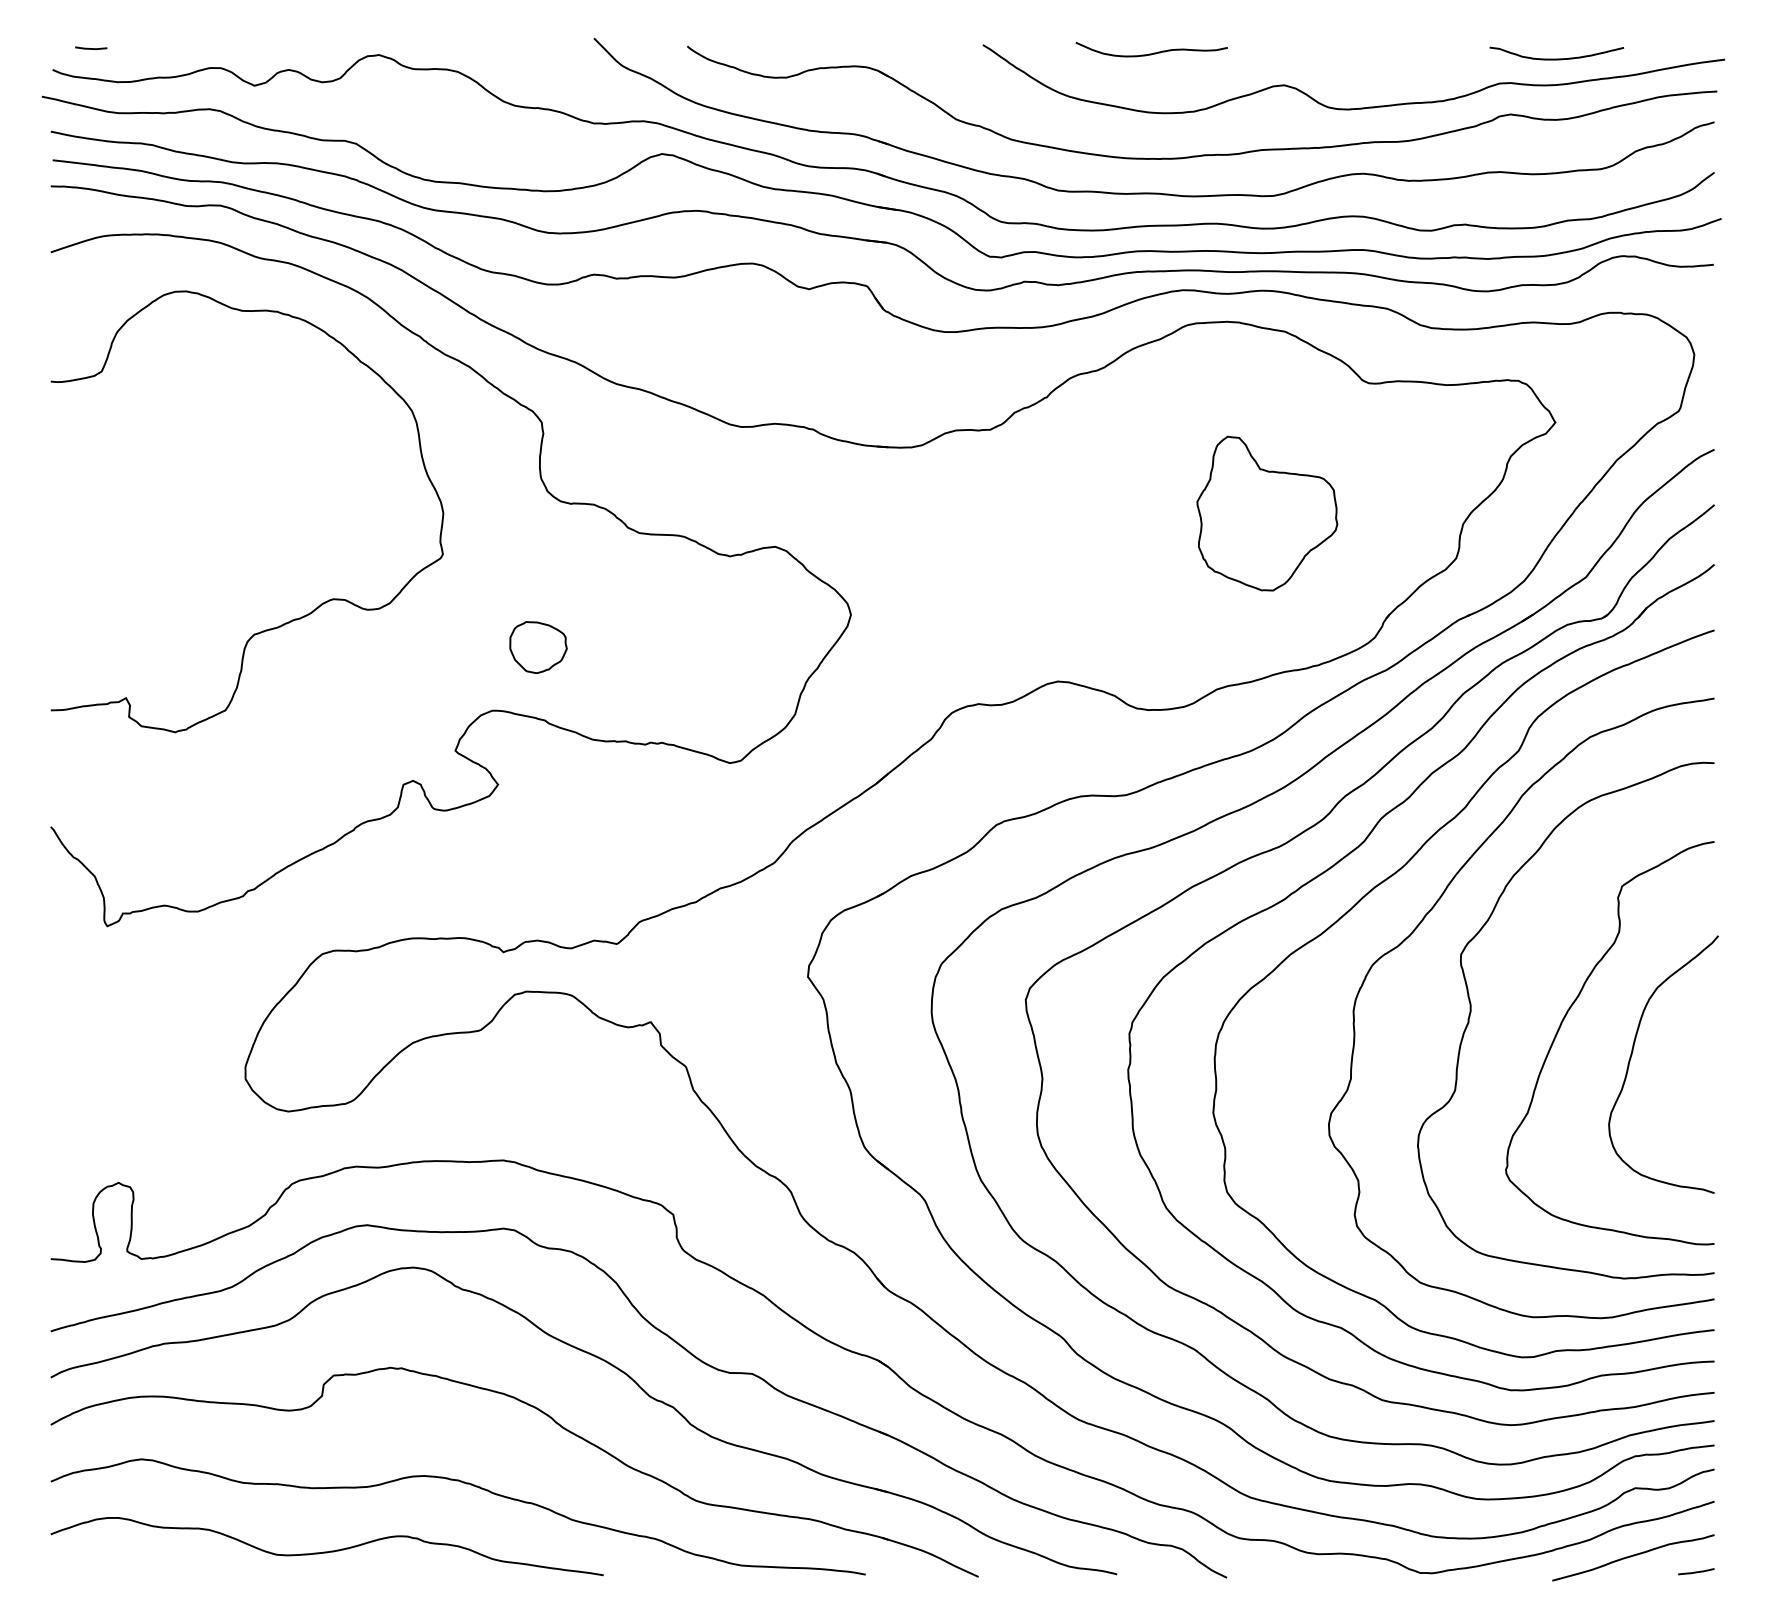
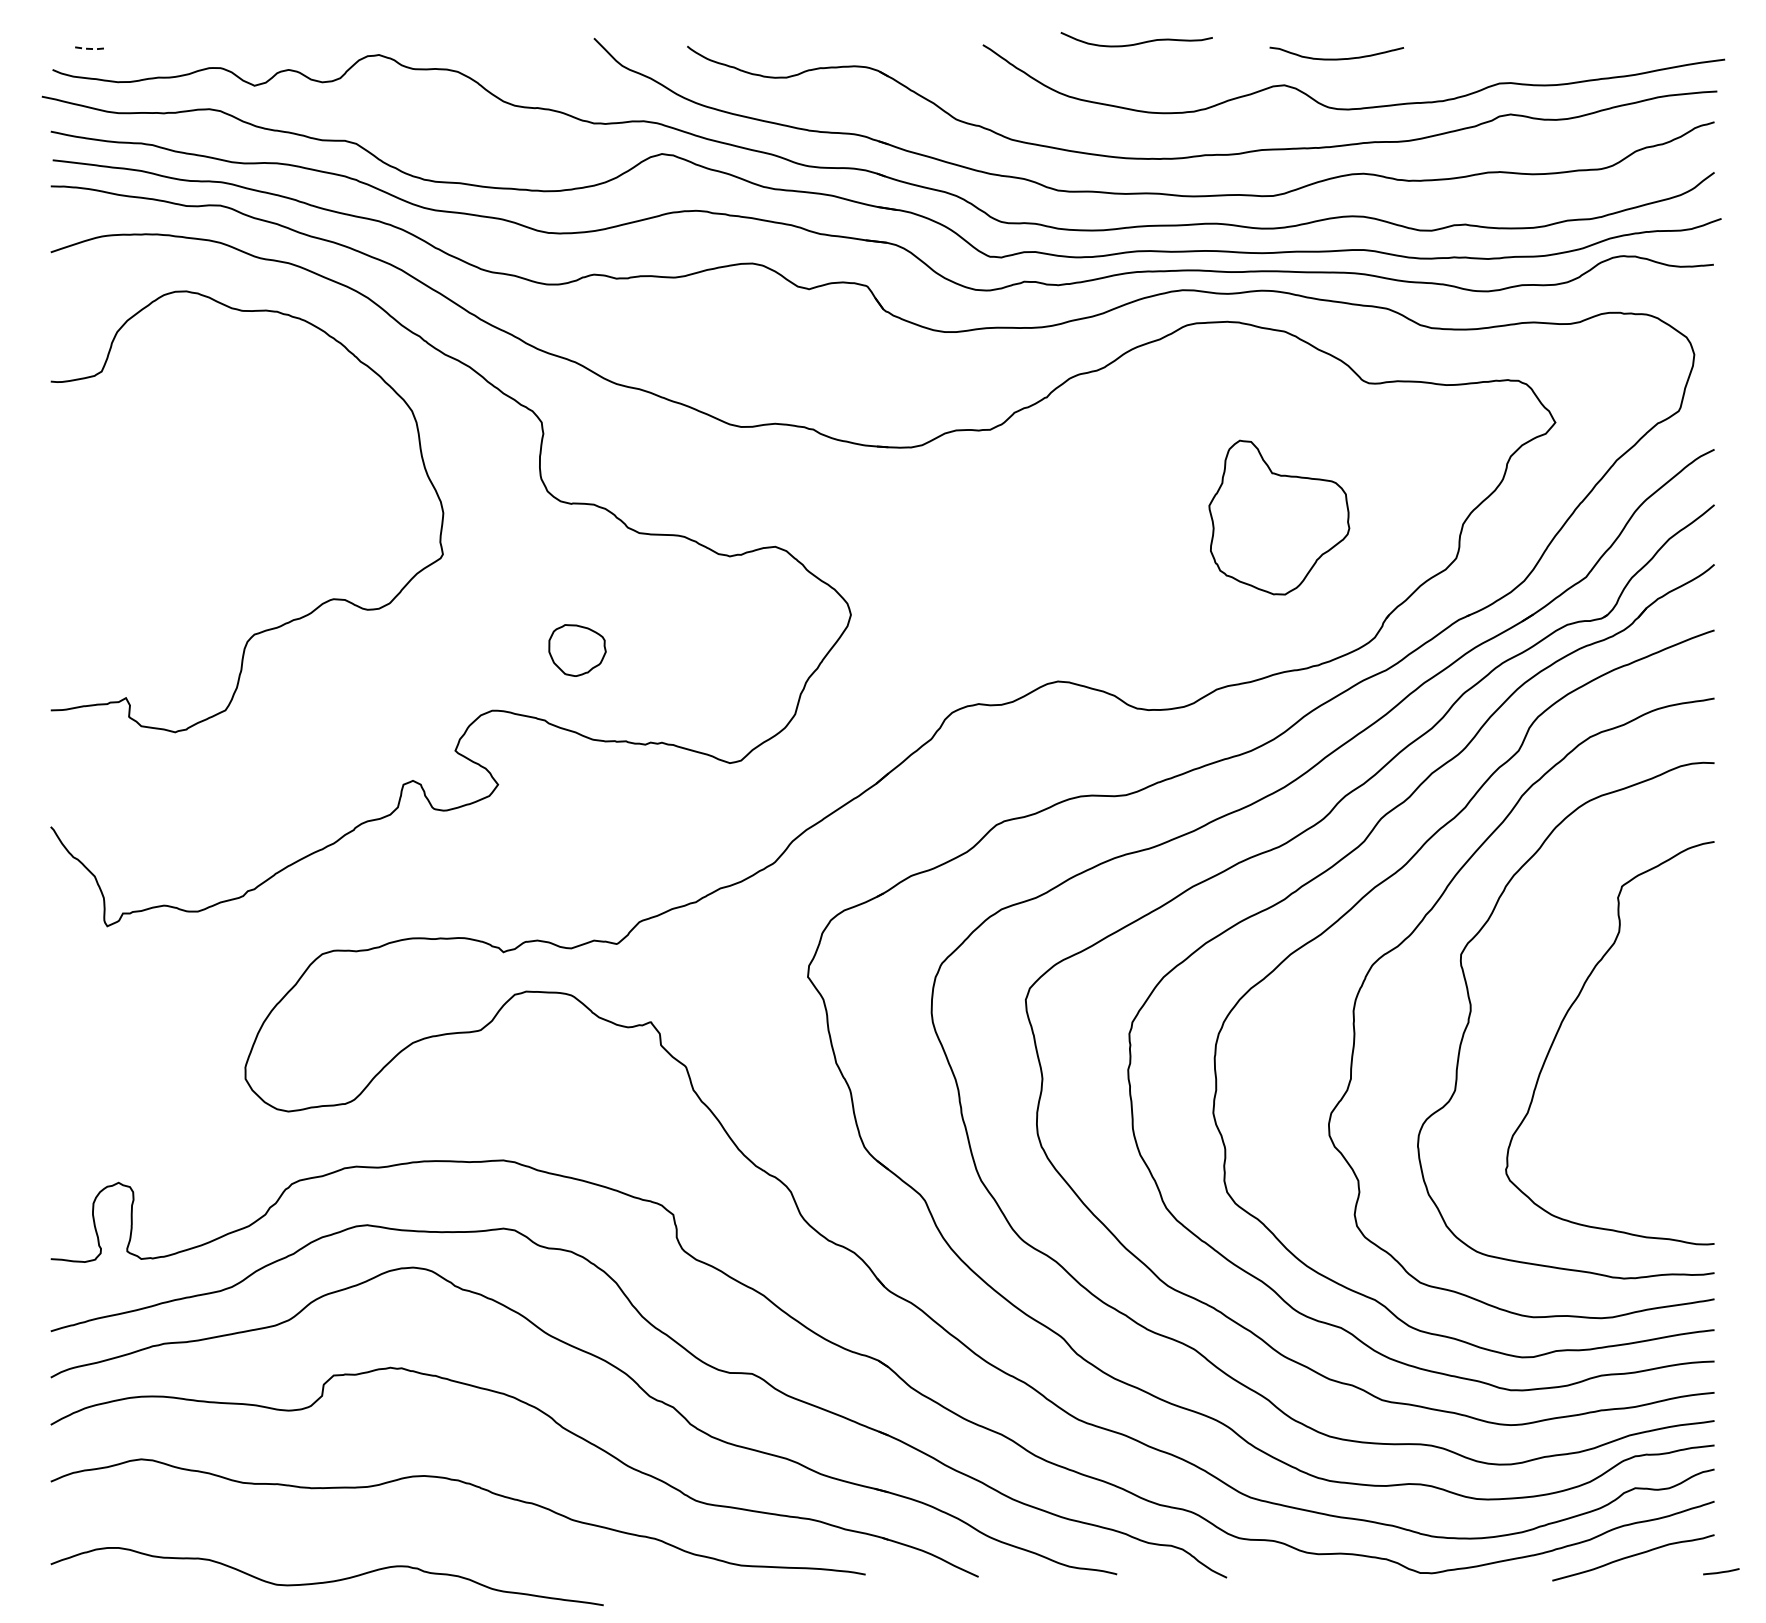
line at (91, 48): solid -> dashed
curve at (1153, 52) position: (1153, 52) -> (1138, 42)
curve at (1556, 58) position: (1556, 58) -> (1336, 58)
part at (1267, 513) position: (1267, 513) -> (1279, 517)
part at (538, 647) position: (538, 647) -> (577, 650)
curve at (1632, 1055): present -> none
curve at (326, 1551) position: (326, 1551) -> (326, 1581)
line at (1696, 1571) position: (1696, 1571) -> (1721, 1571)
